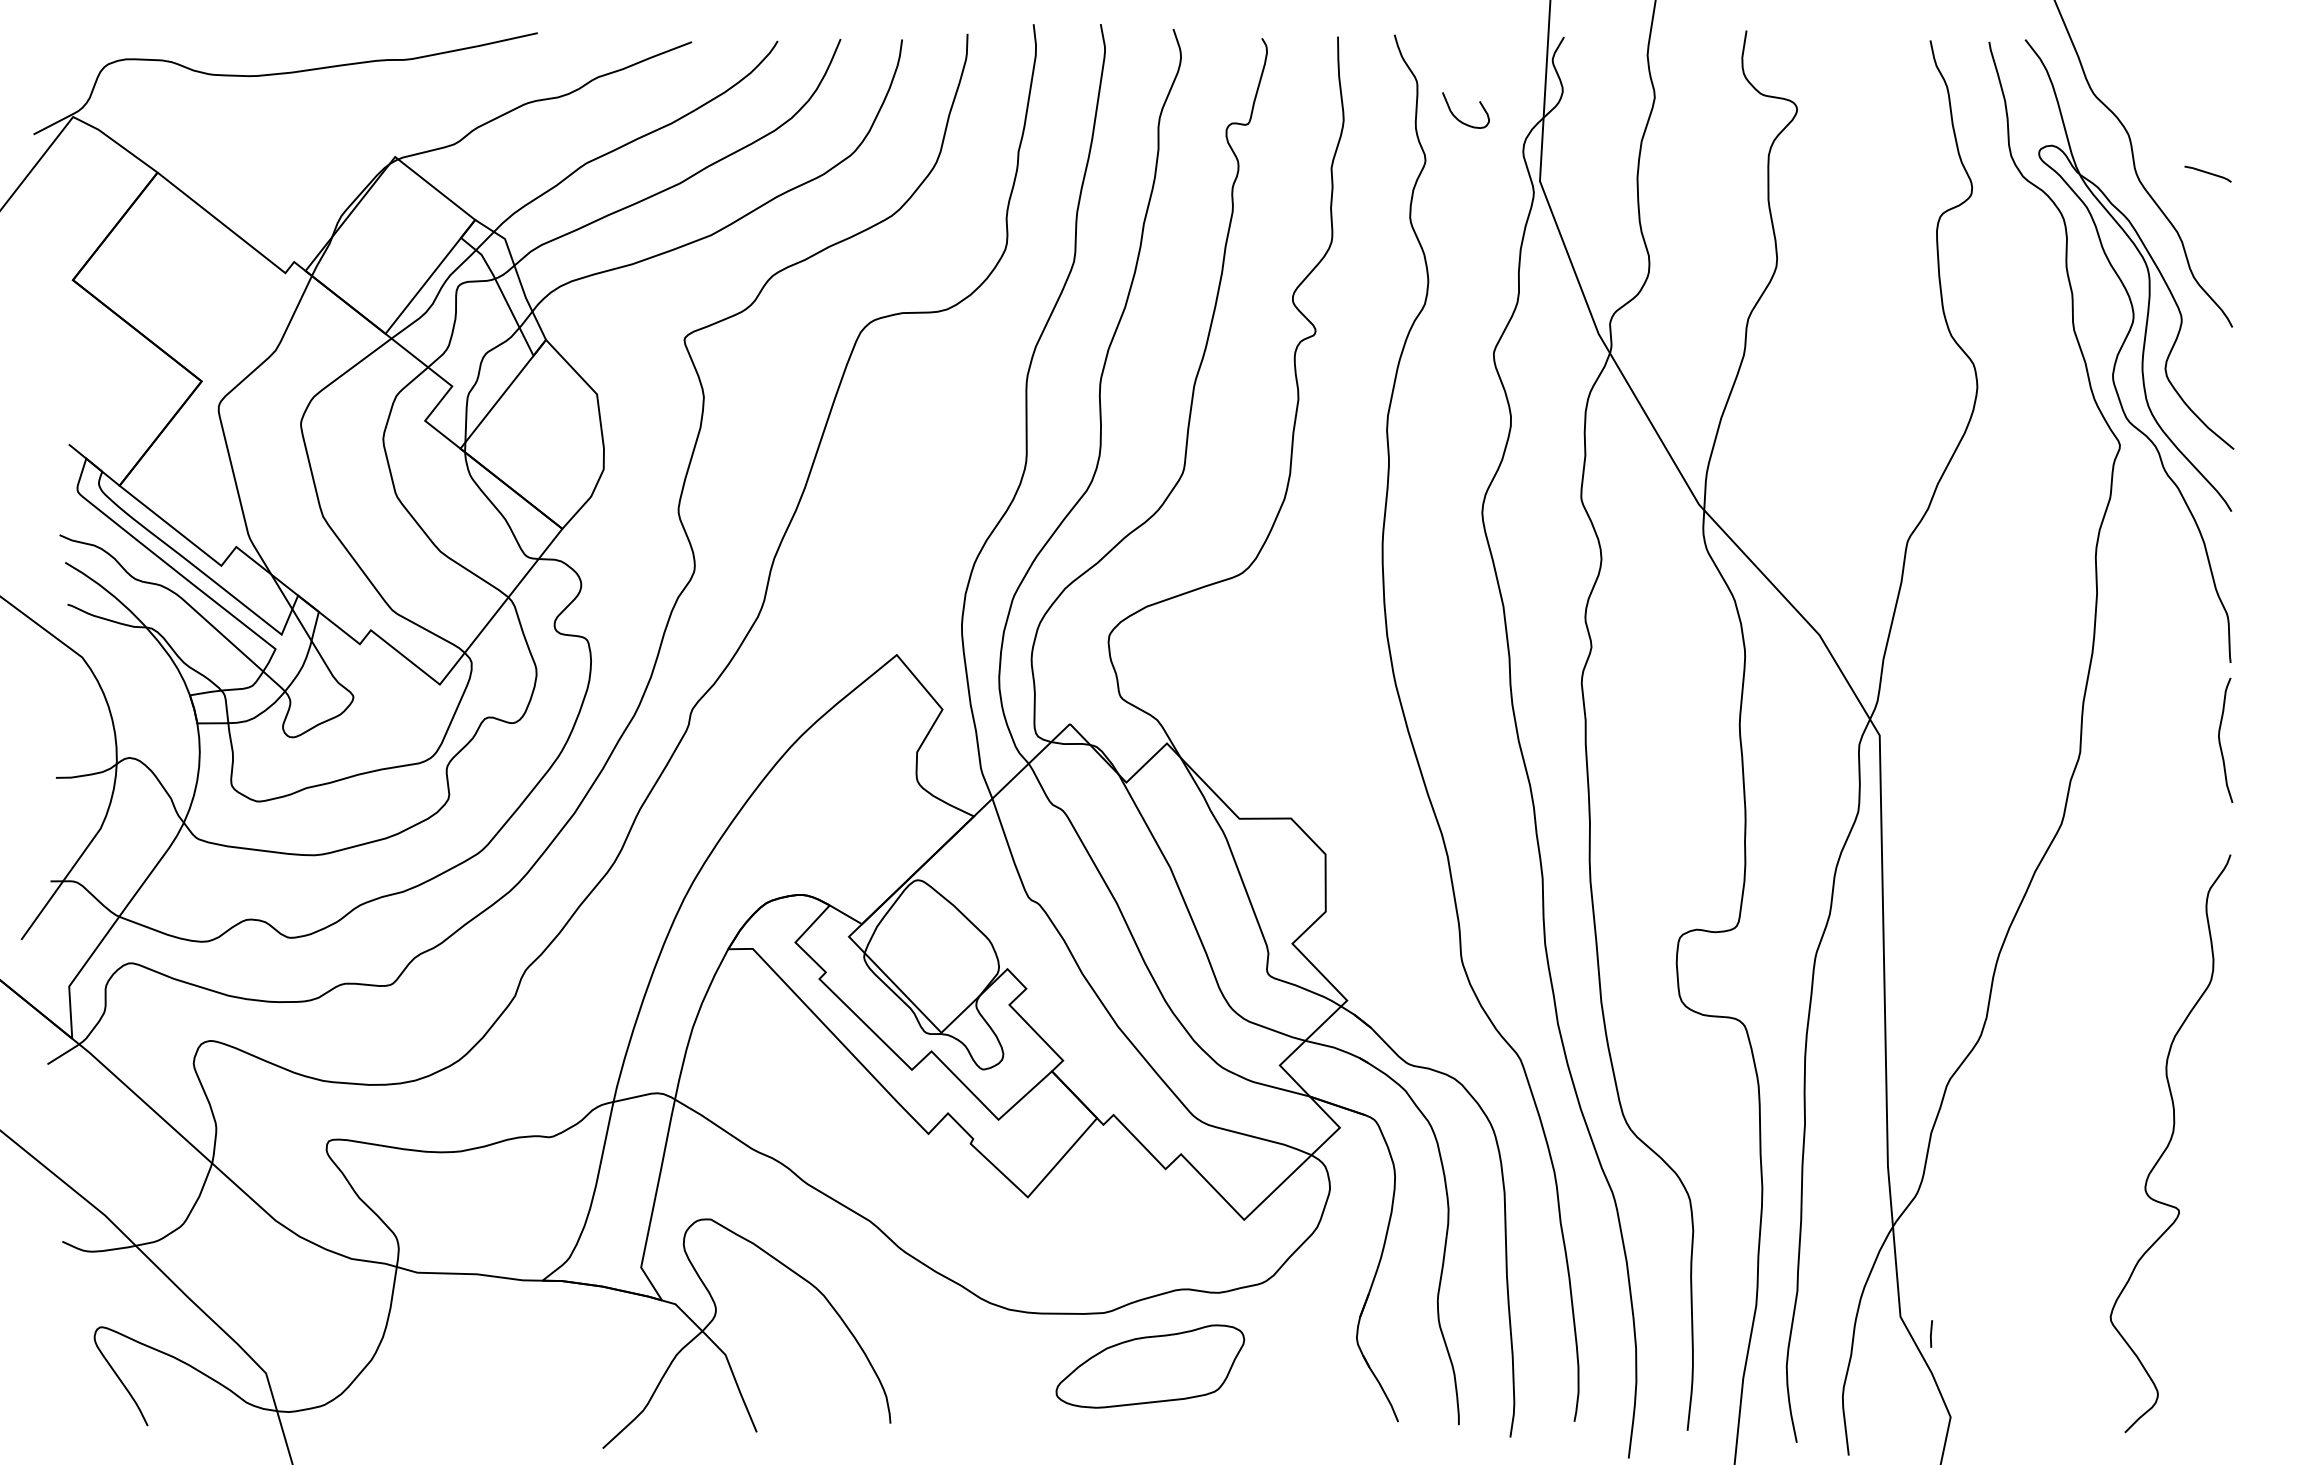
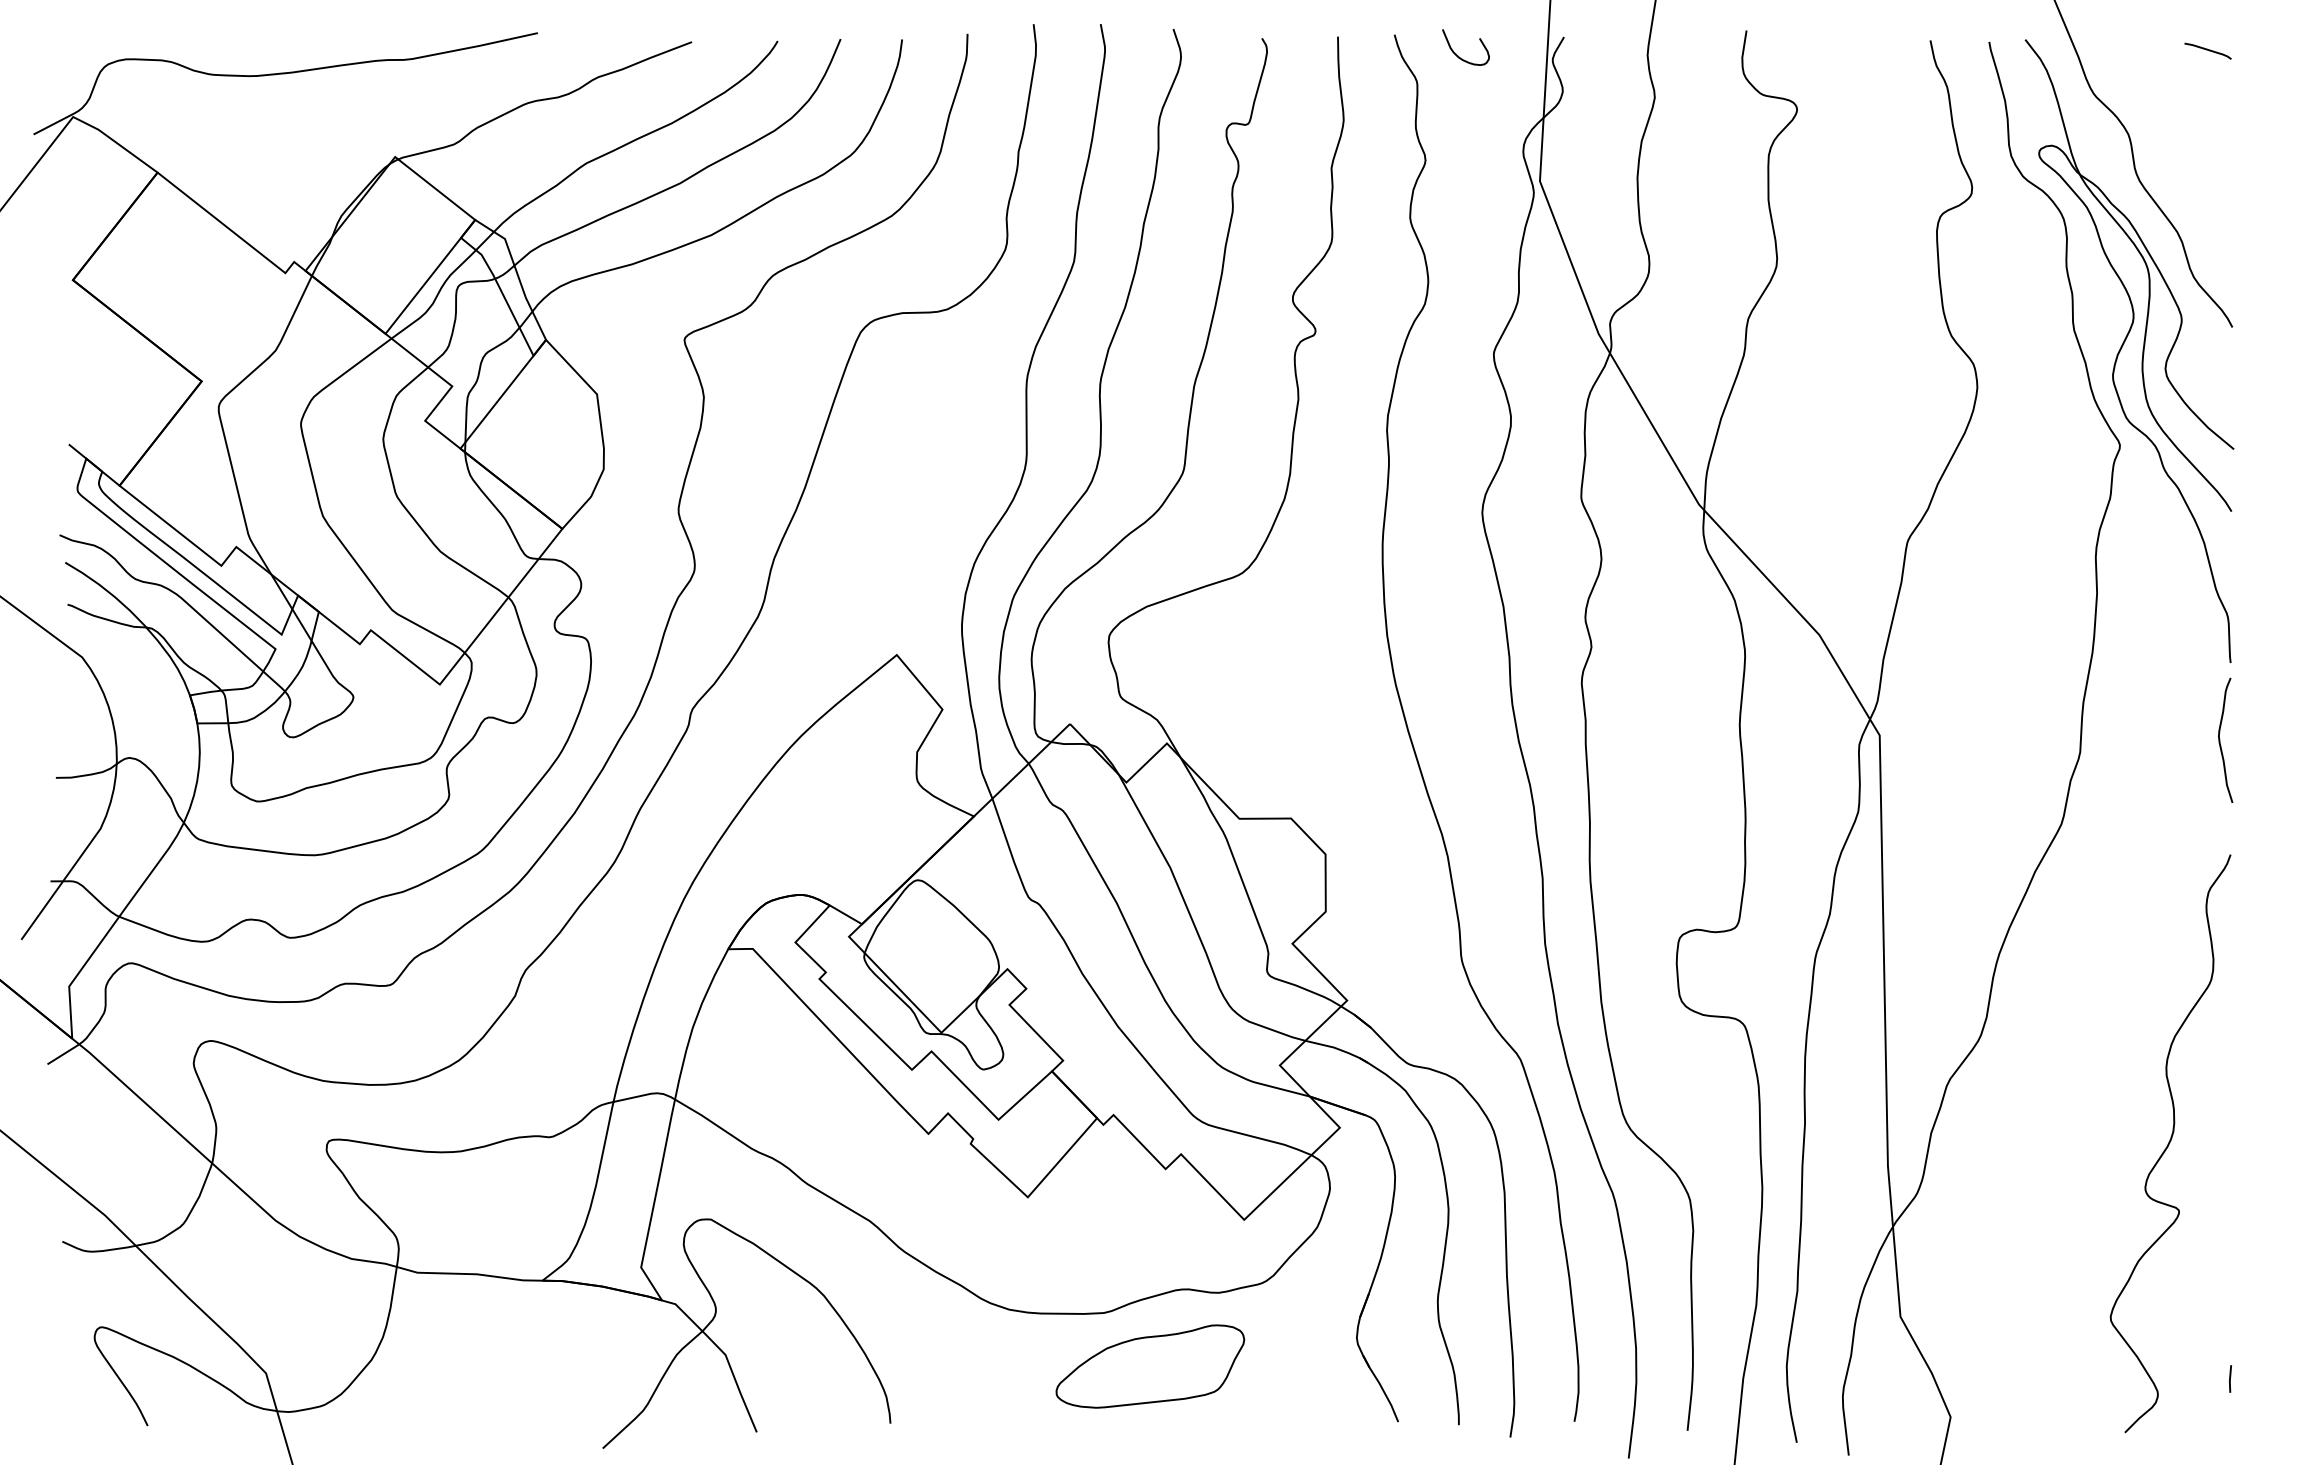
curve at (1457, 117) position: (1457, 117) -> (1457, 54)
line at (2207, 173) position: (2207, 173) -> (2207, 50)
line at (1930, 1333) position: (1930, 1333) -> (2229, 1378)
